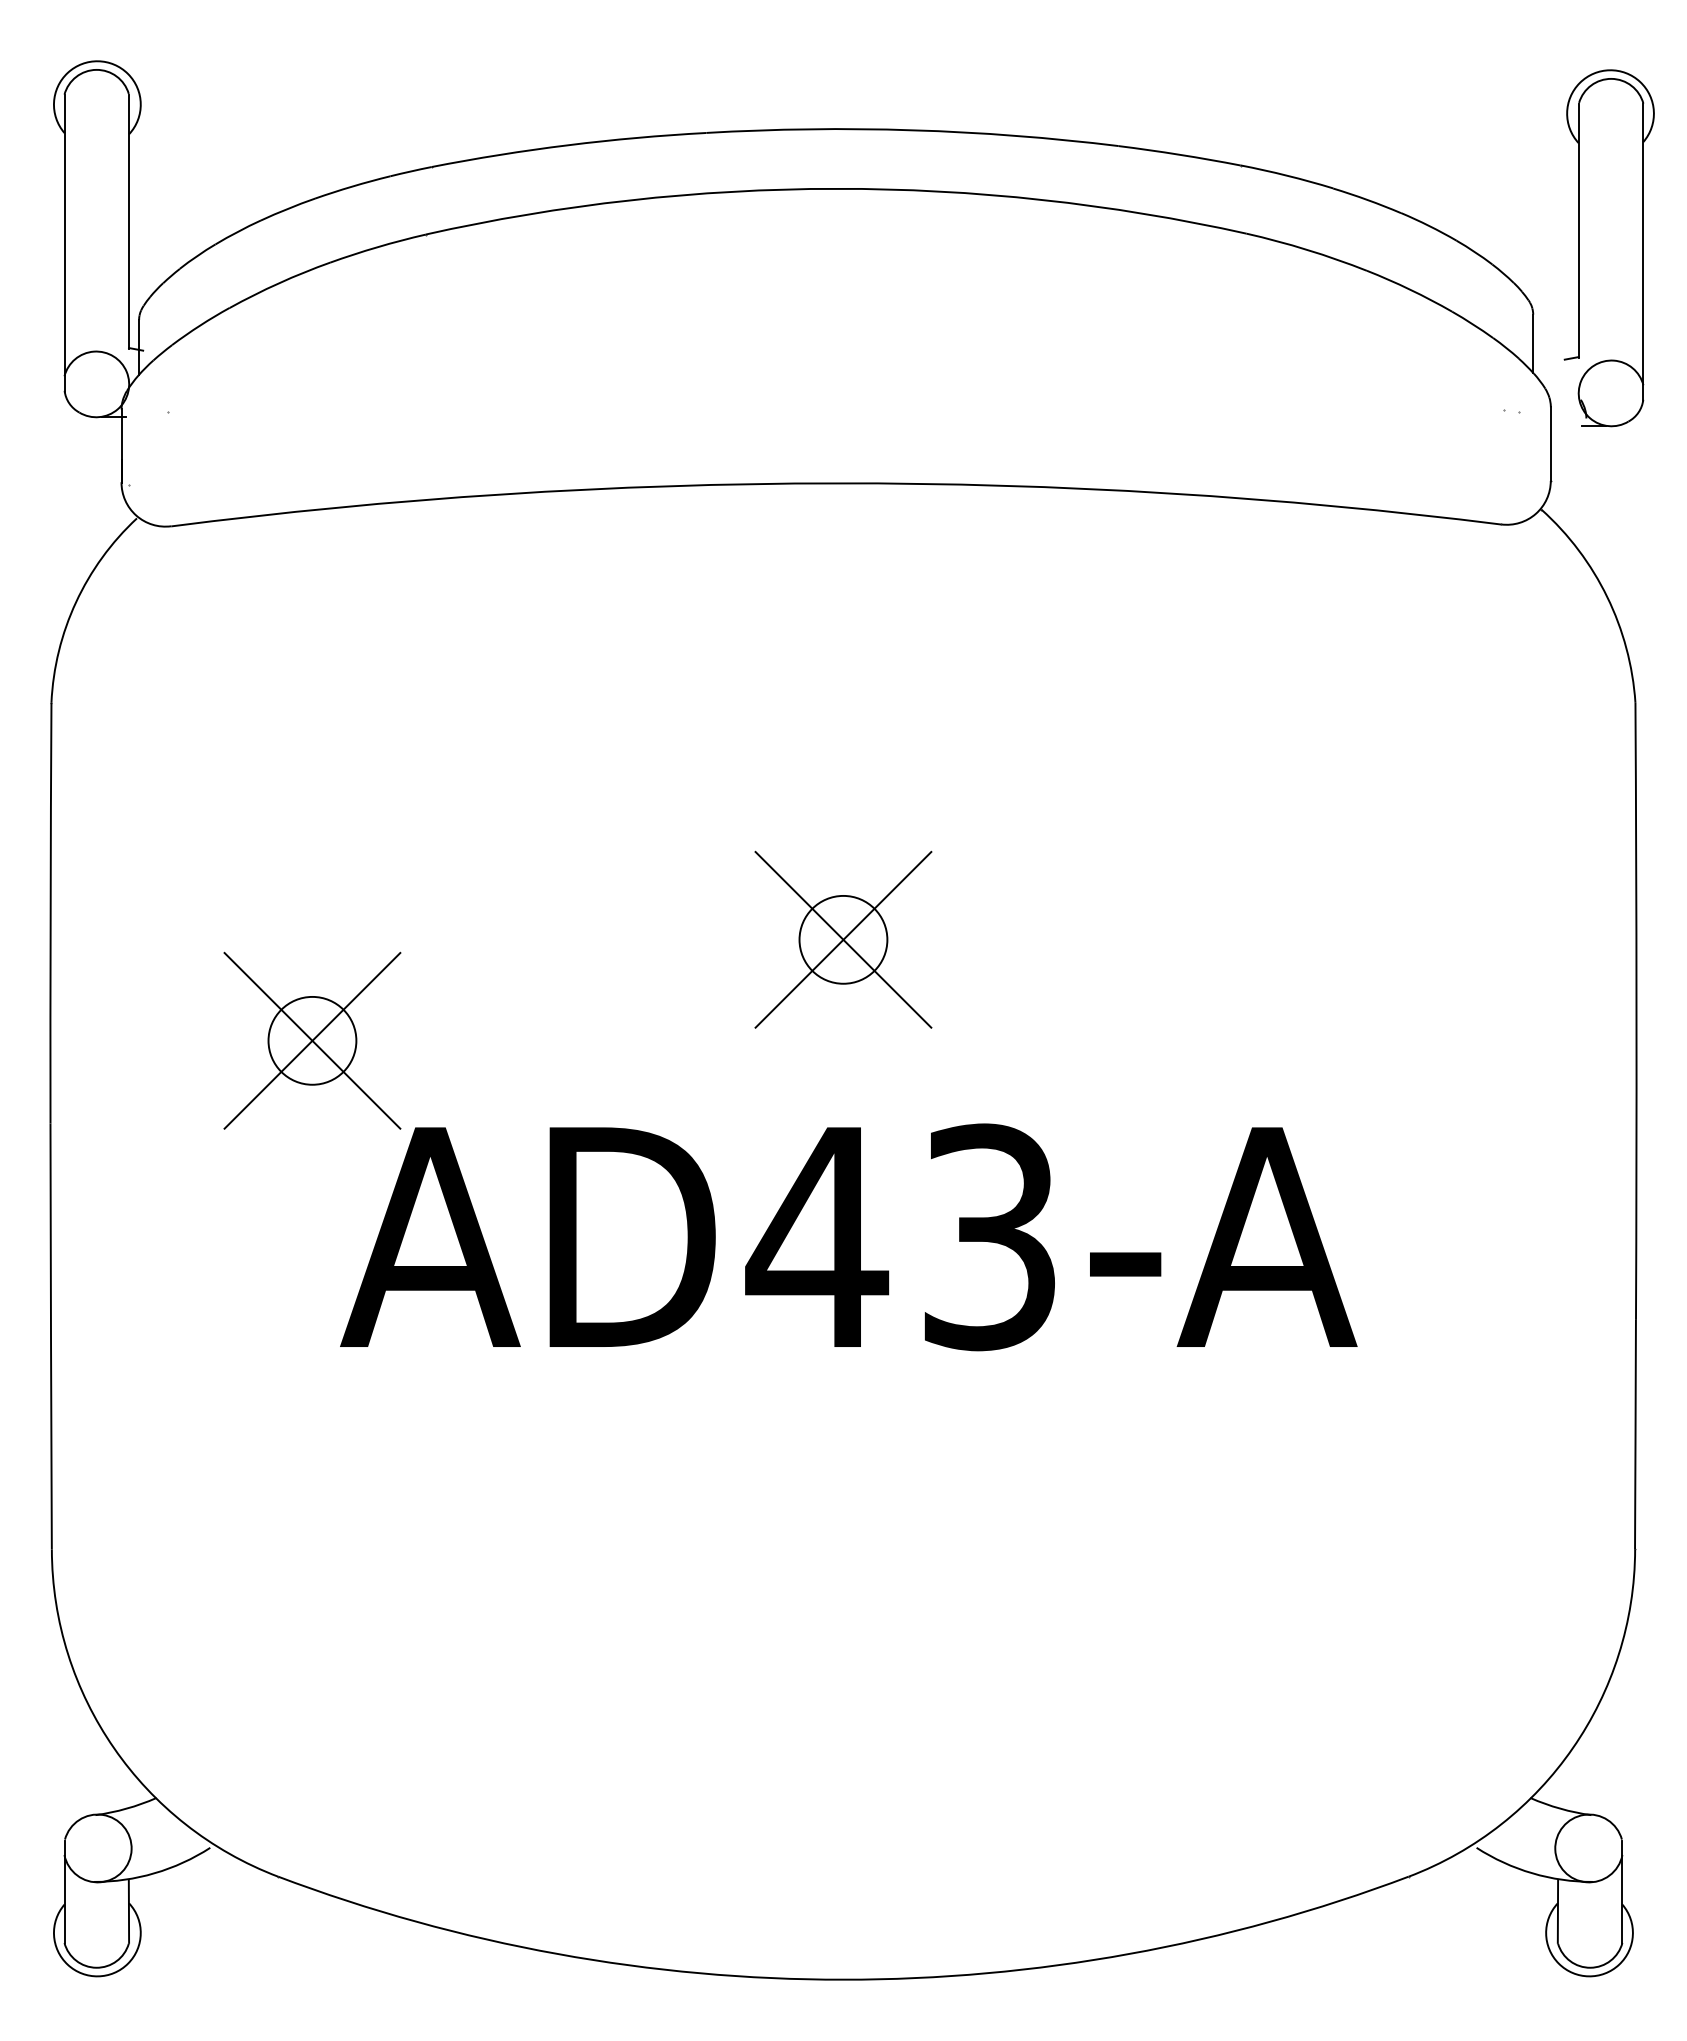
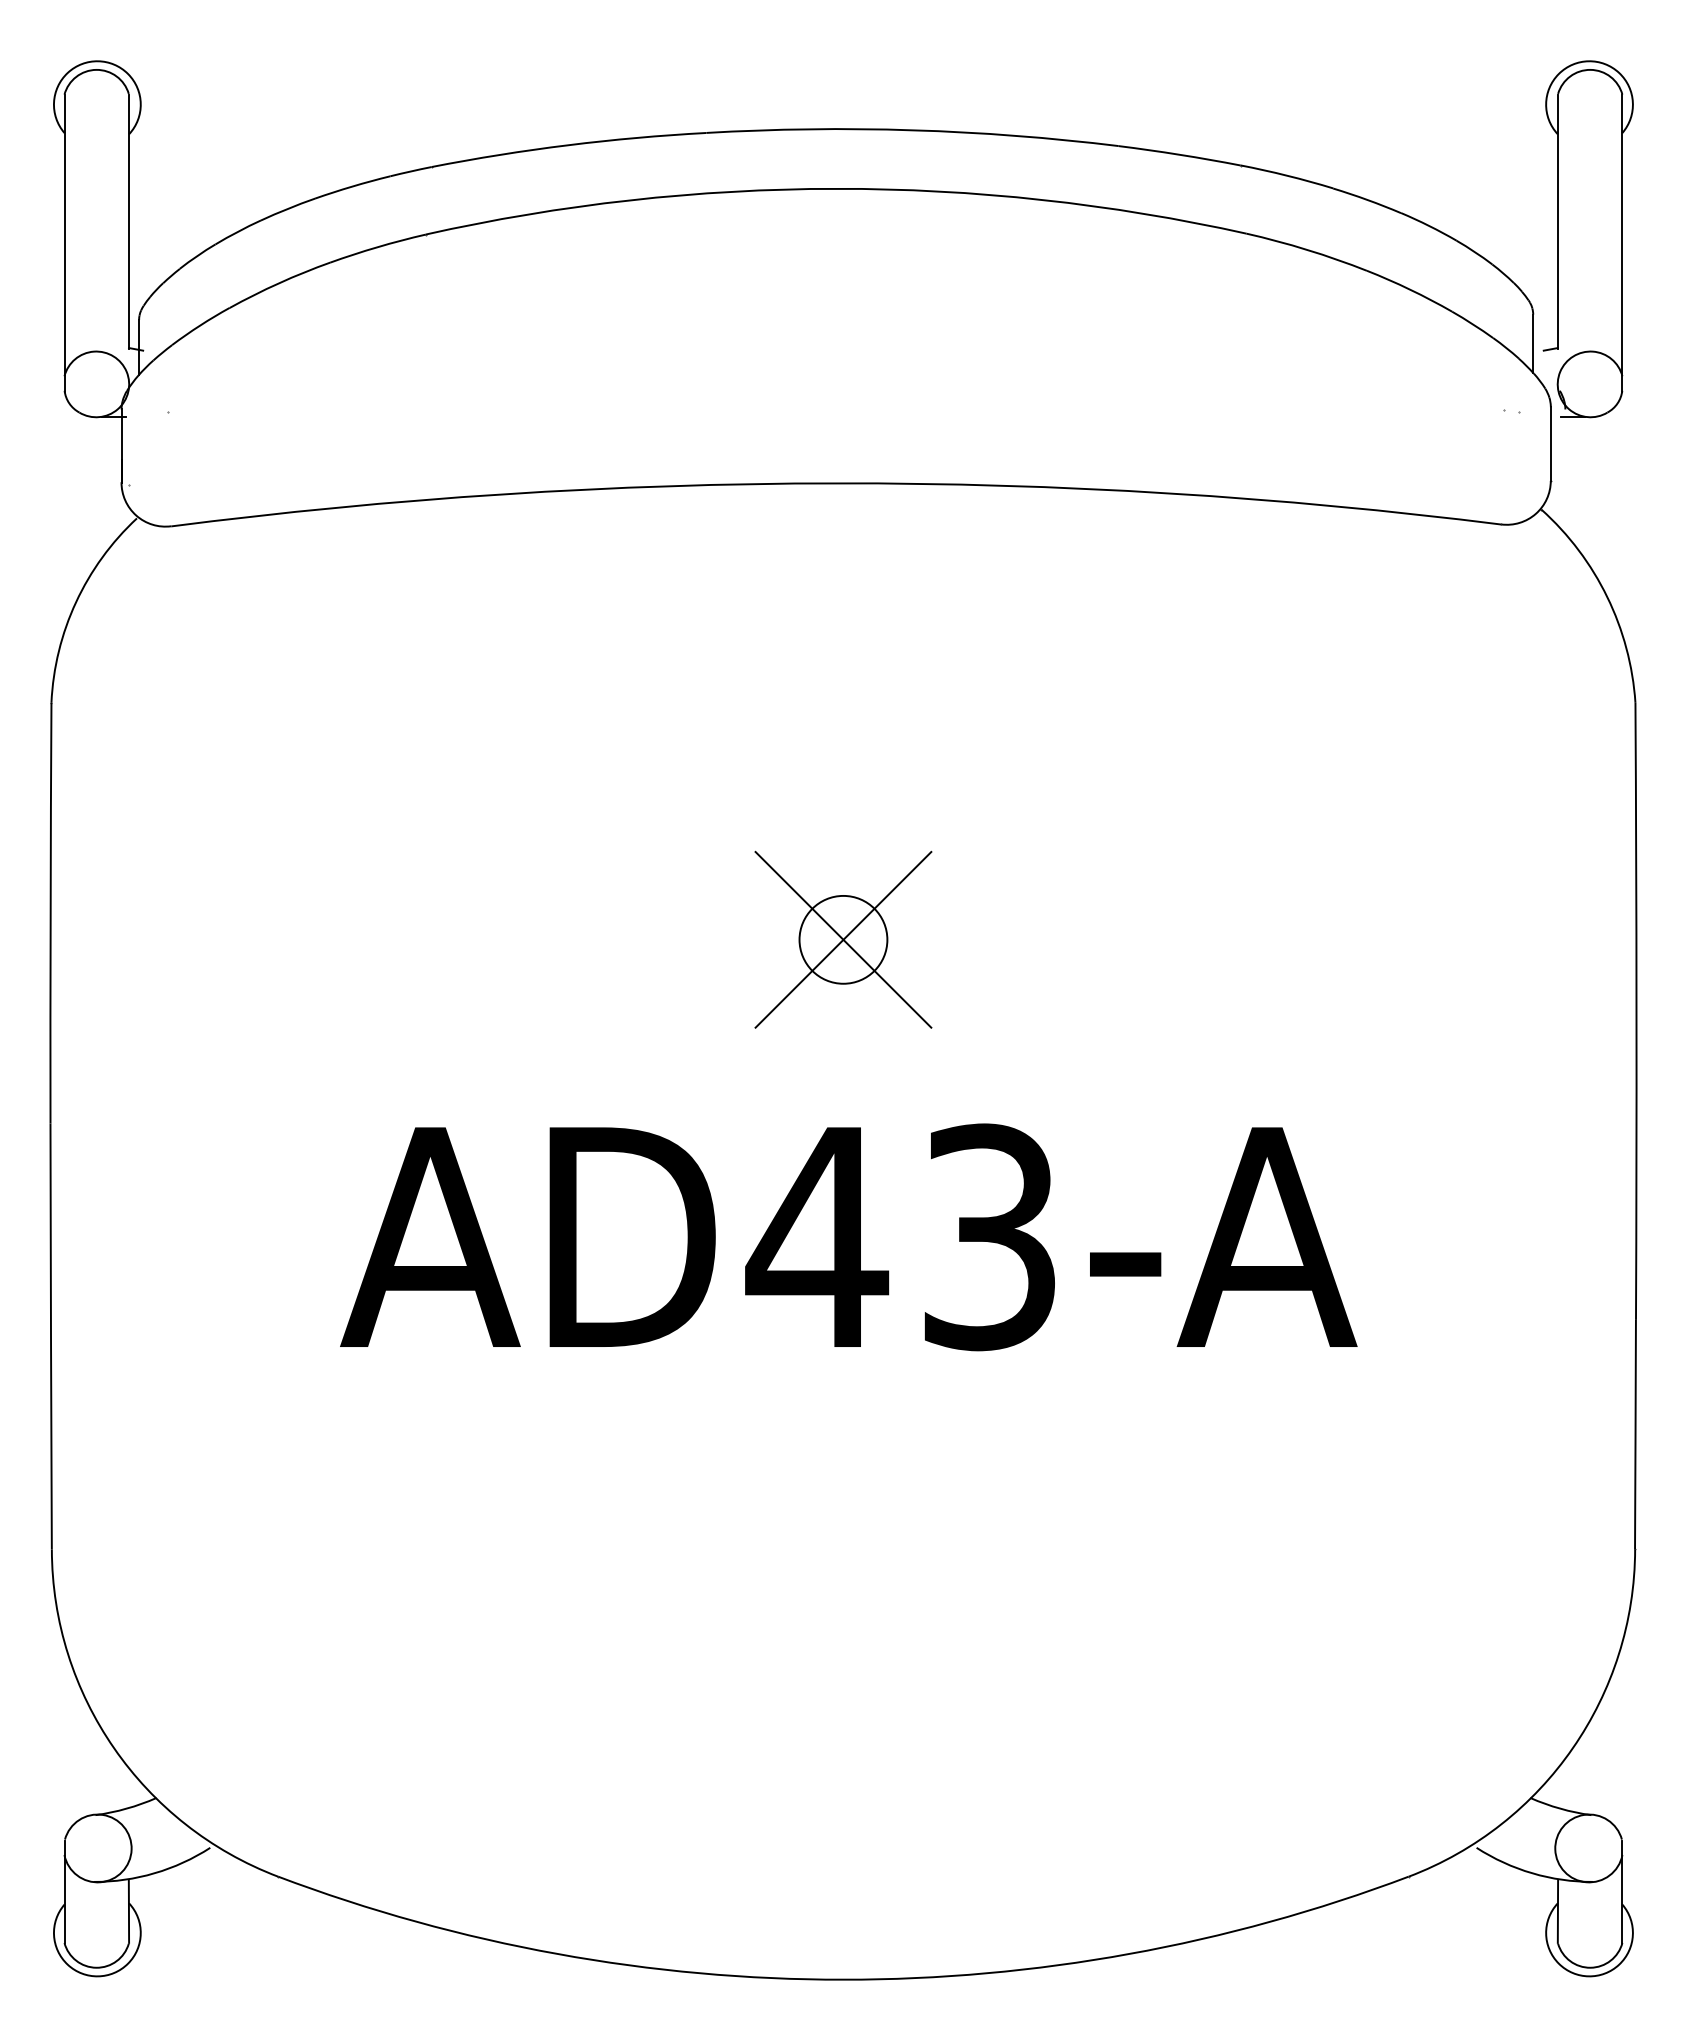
part at (1579, 248) position: (1579, 248) -> (1558, 239)
part at (312, 1040): present -> none
